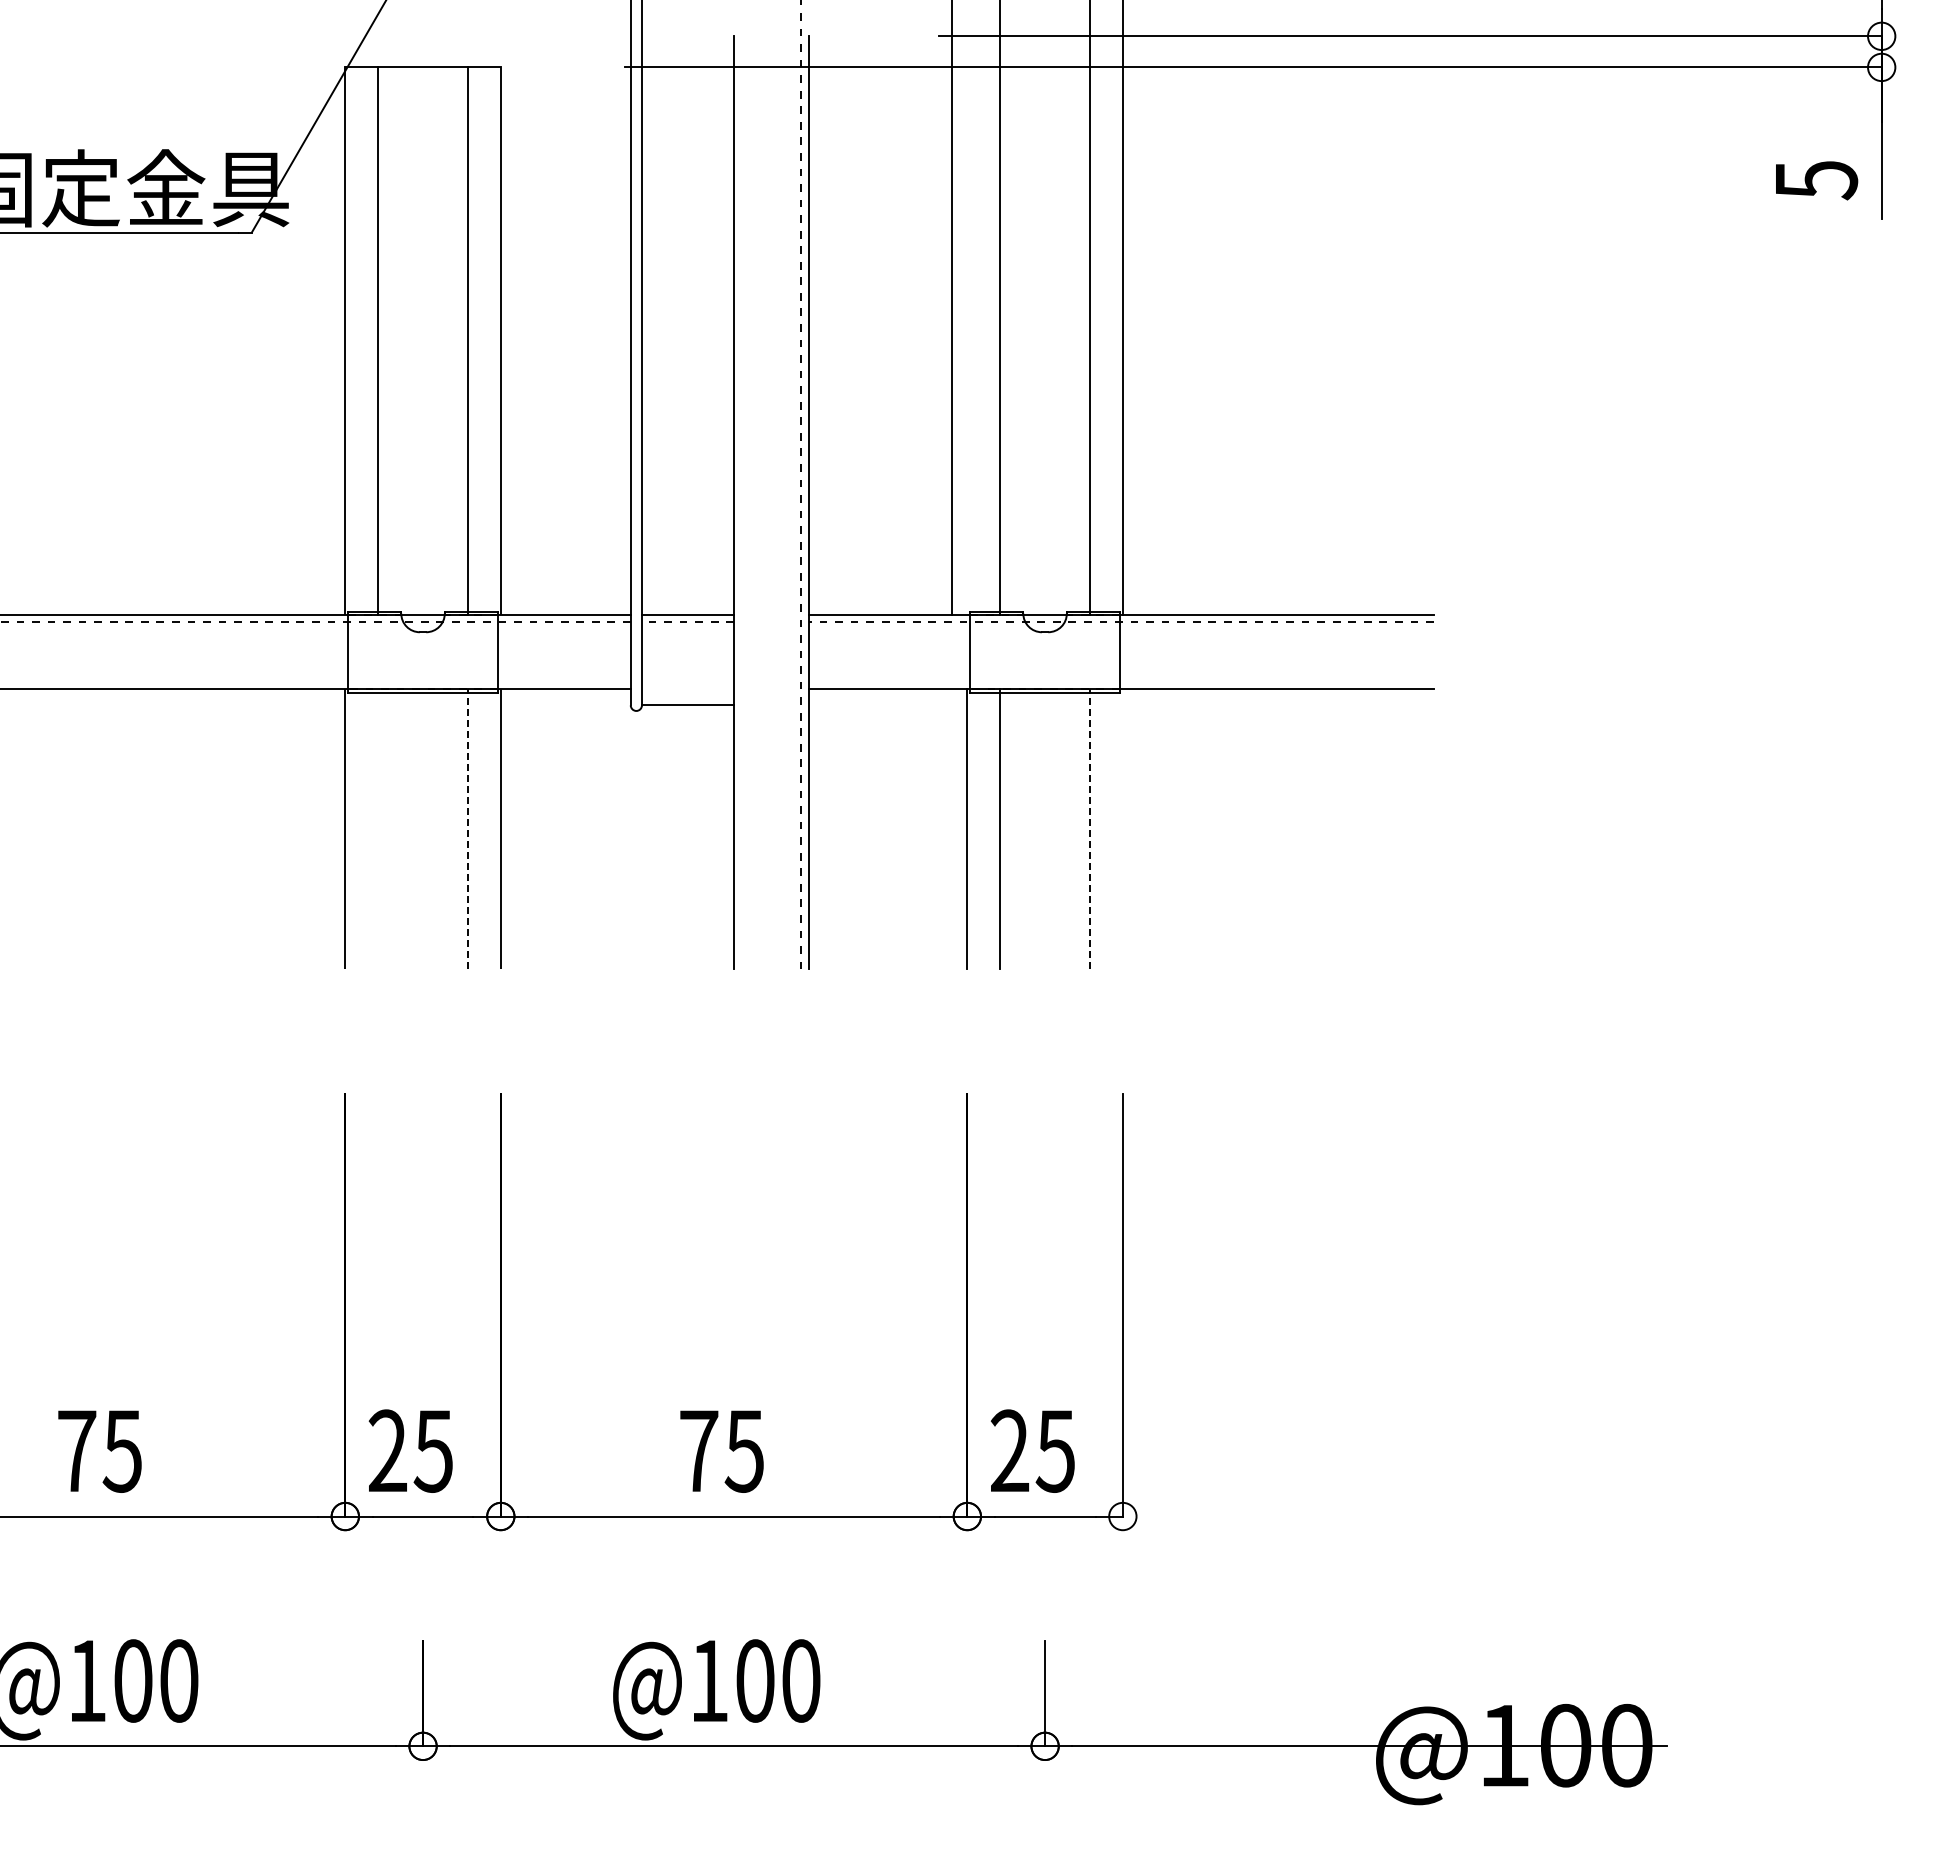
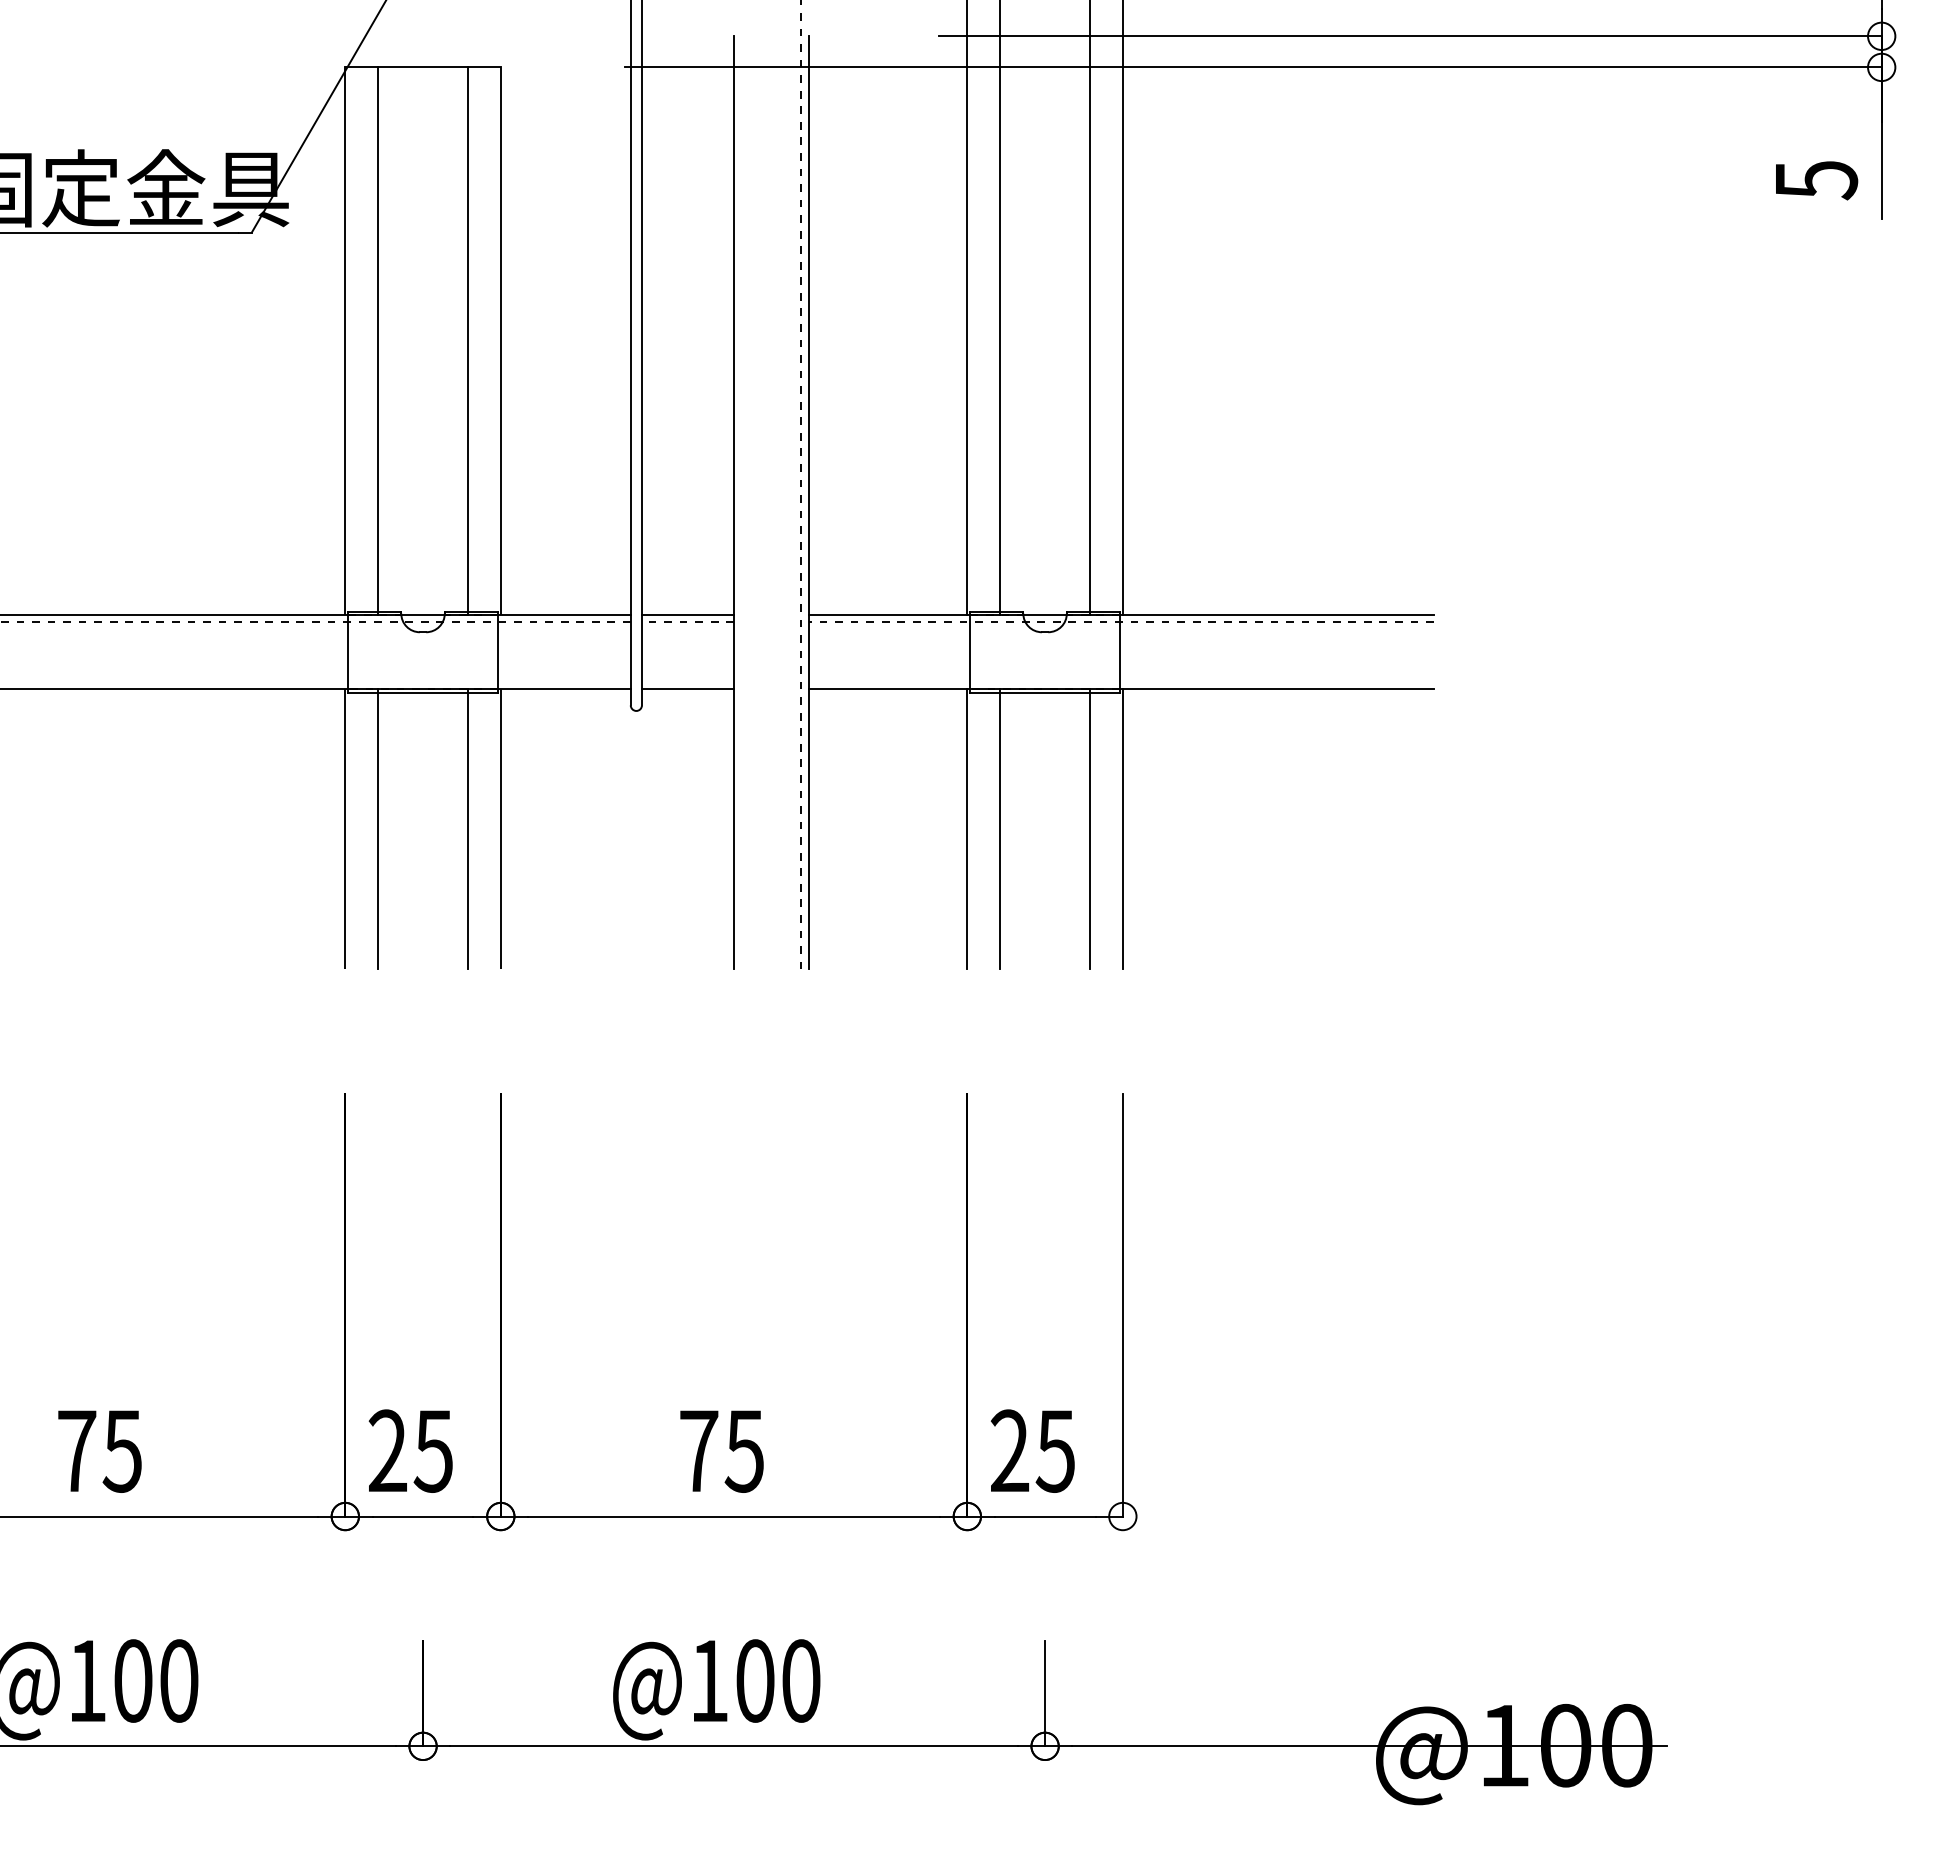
line at (952, 308) position: (952, 308) -> (967, 308)
line at (687, 705) position: (687, 705) -> (687, 689)
line at (378, 829): none -> present
line at (467, 829): dashed -> solid
line at (1089, 829): dashed -> solid
line at (1122, 829): none -> present
